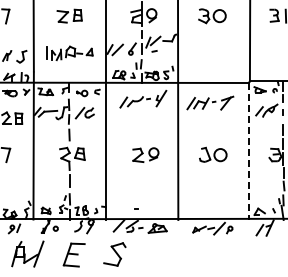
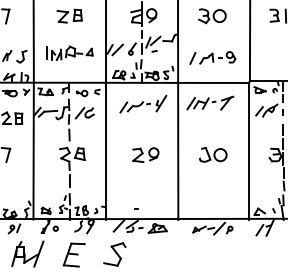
part at (212, 57): none -> present
part at (143, 98) position: (143, 98) -> (143, 103)
line at (248, 151): dashed -> solid
